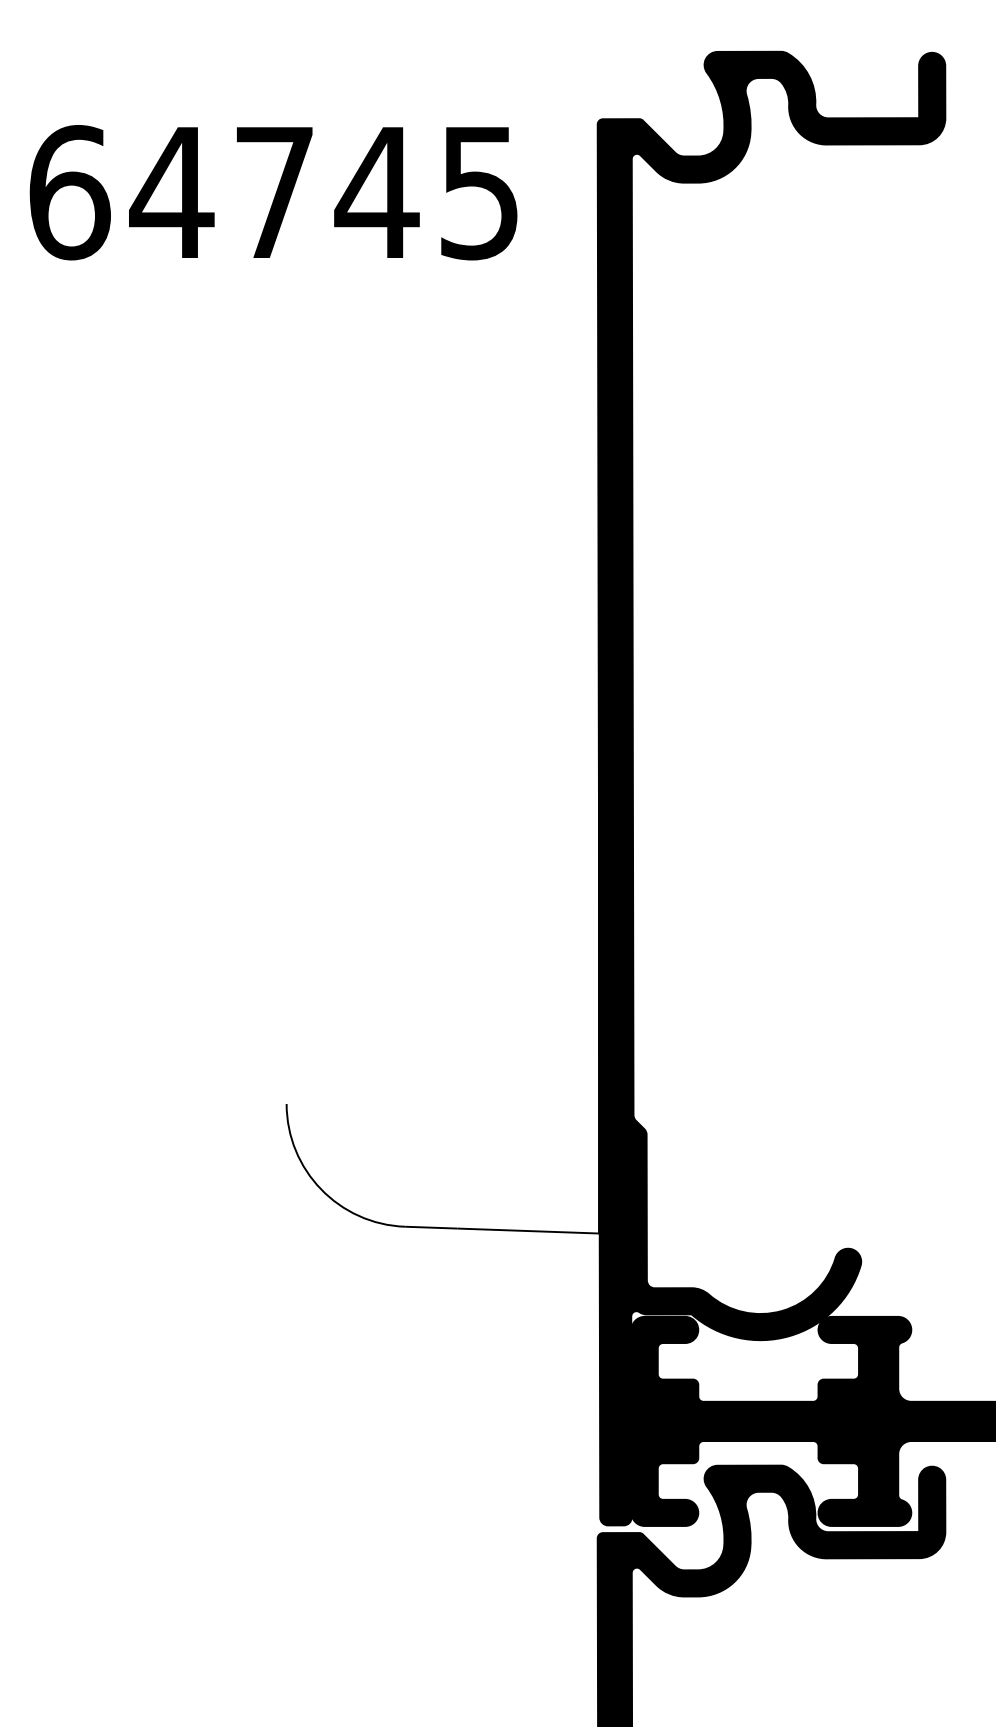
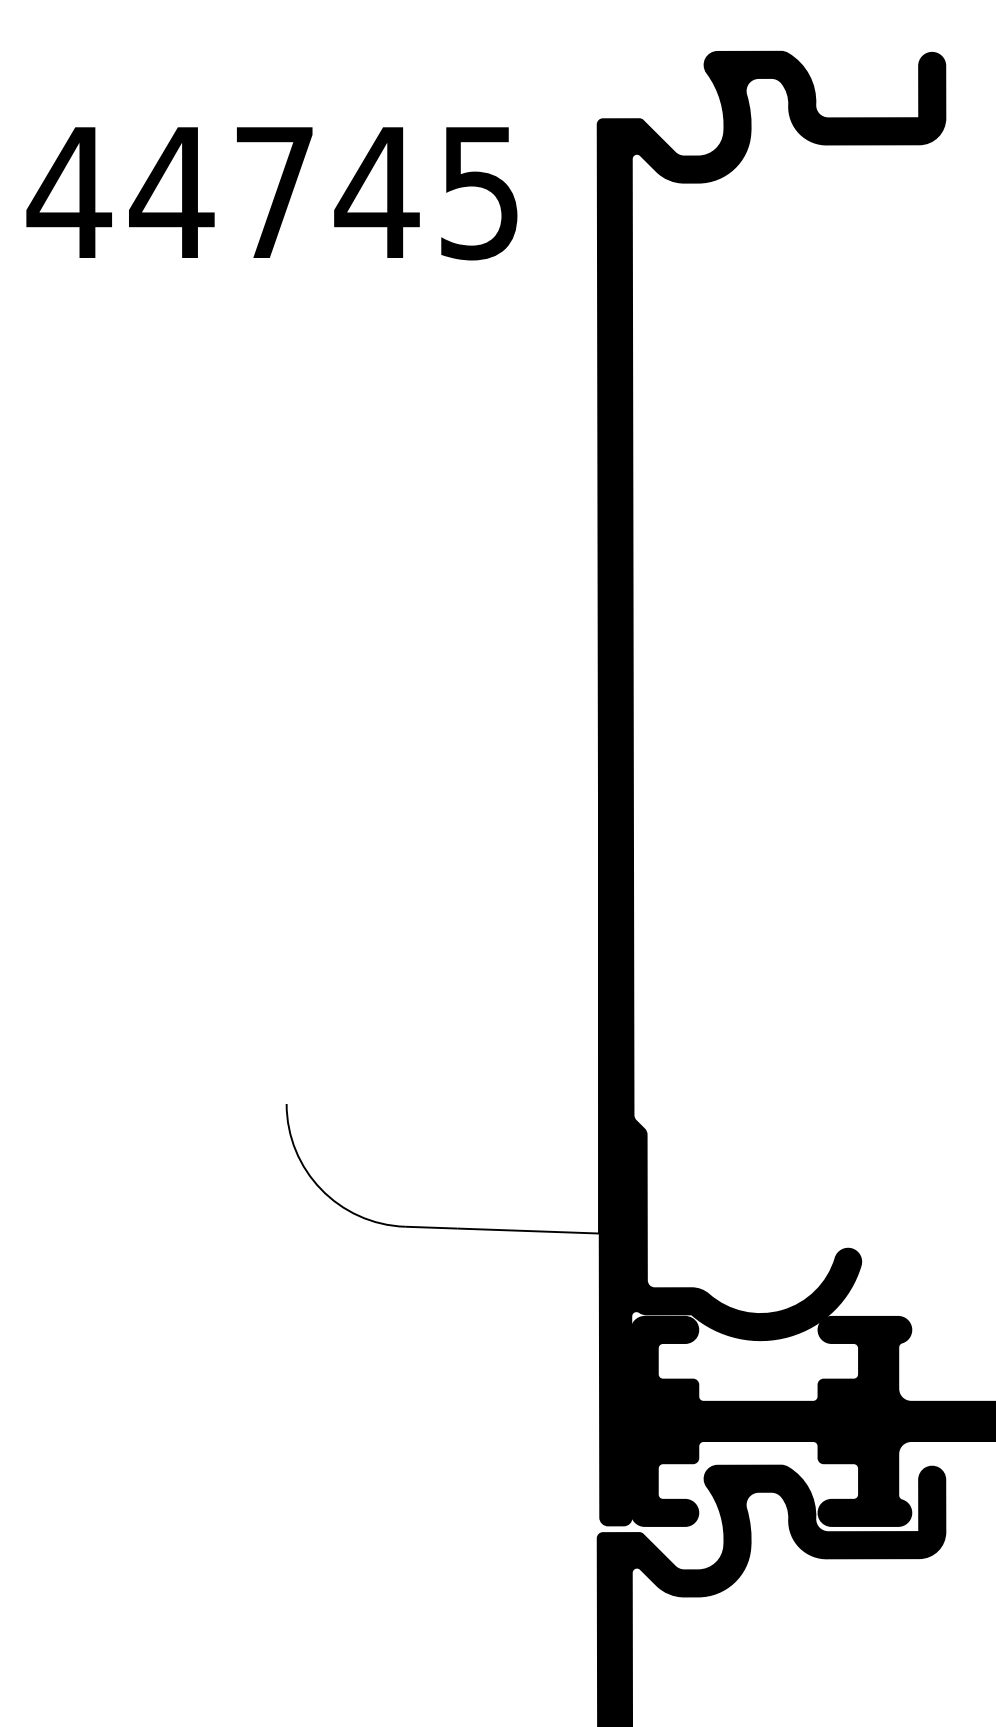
text at (68, 192): 64745 -> 44745
